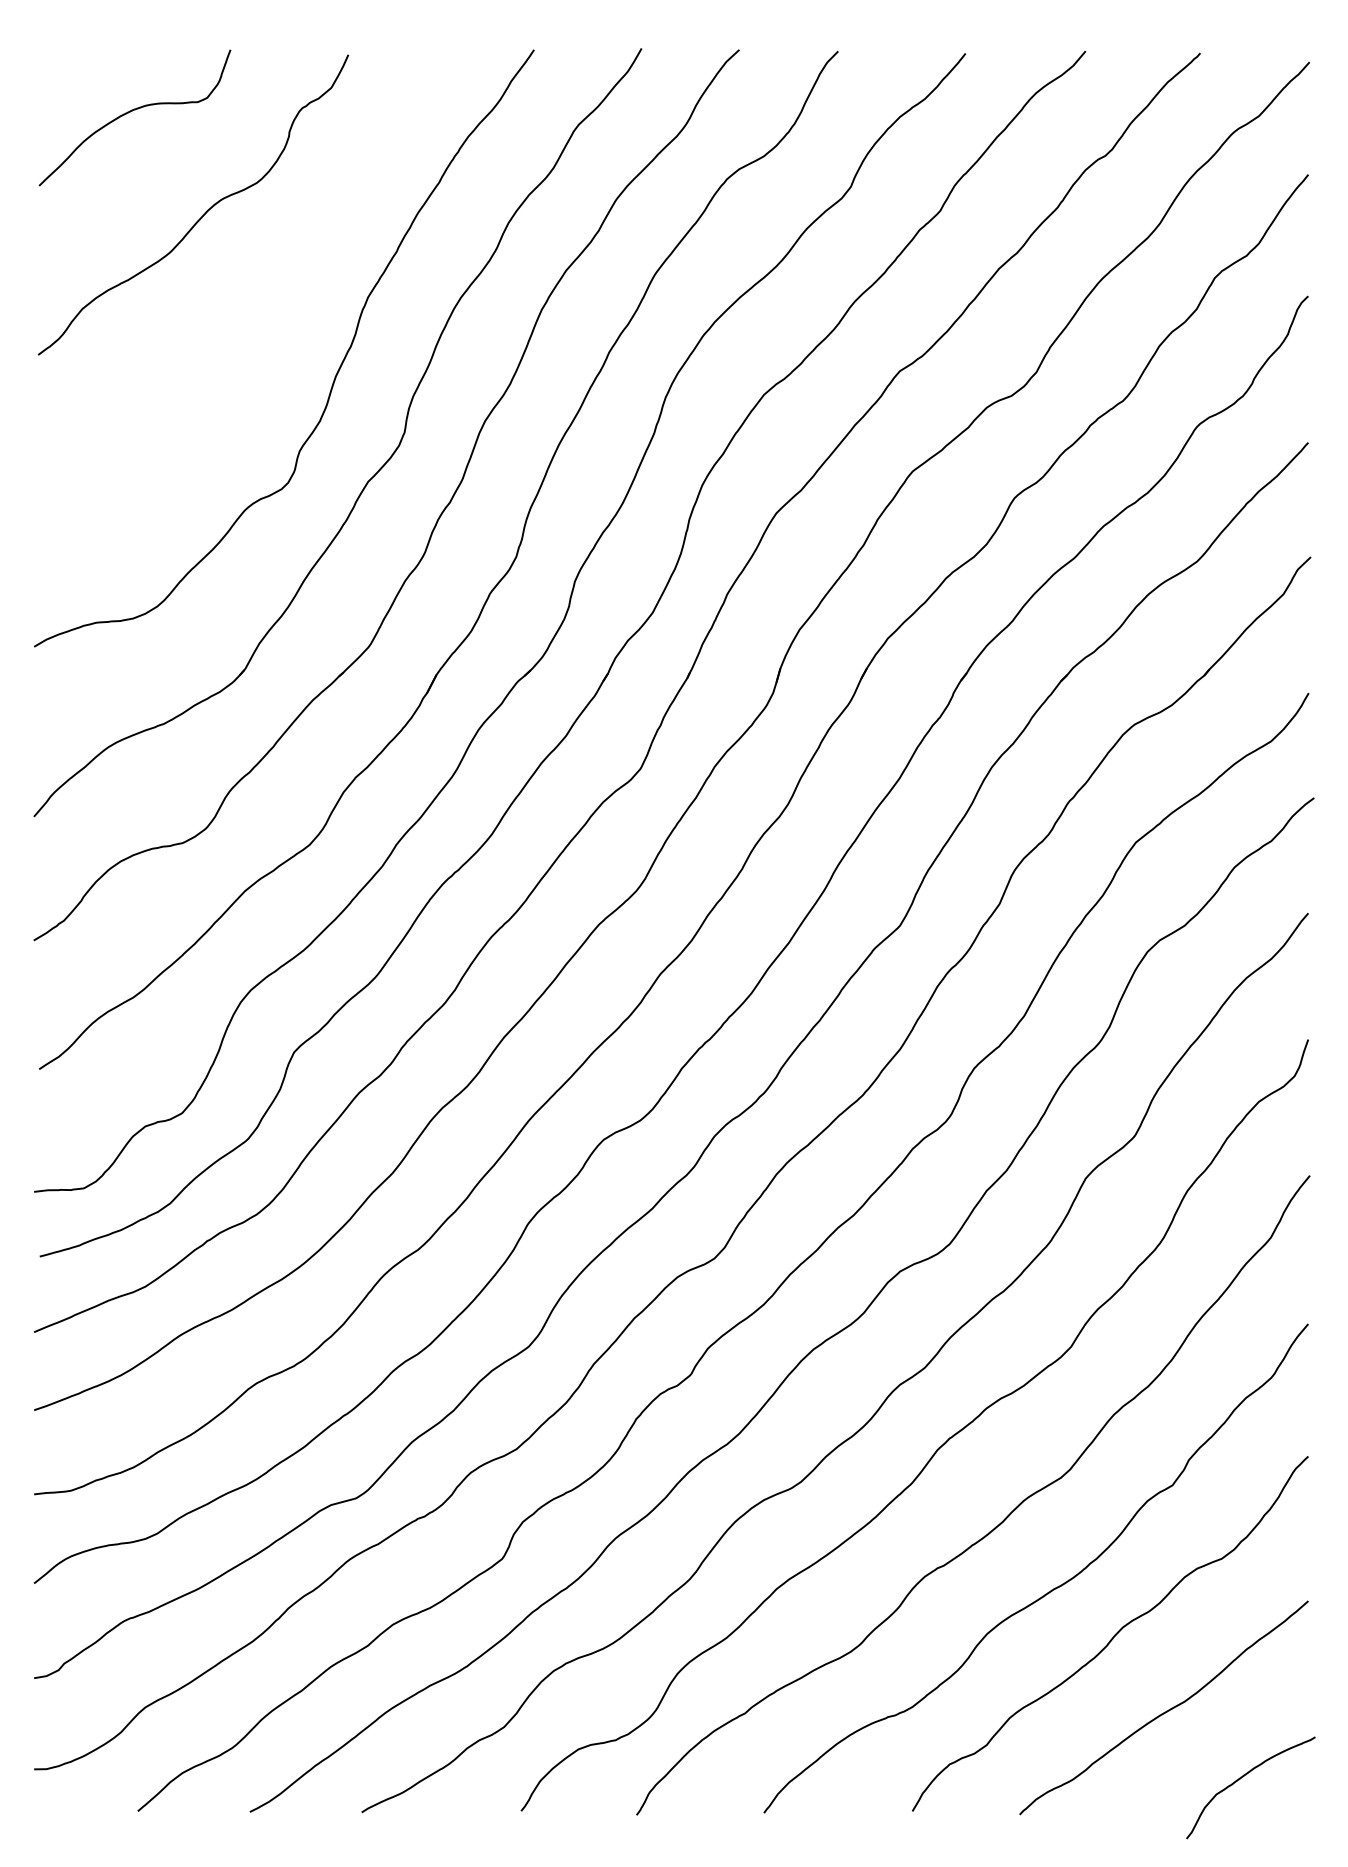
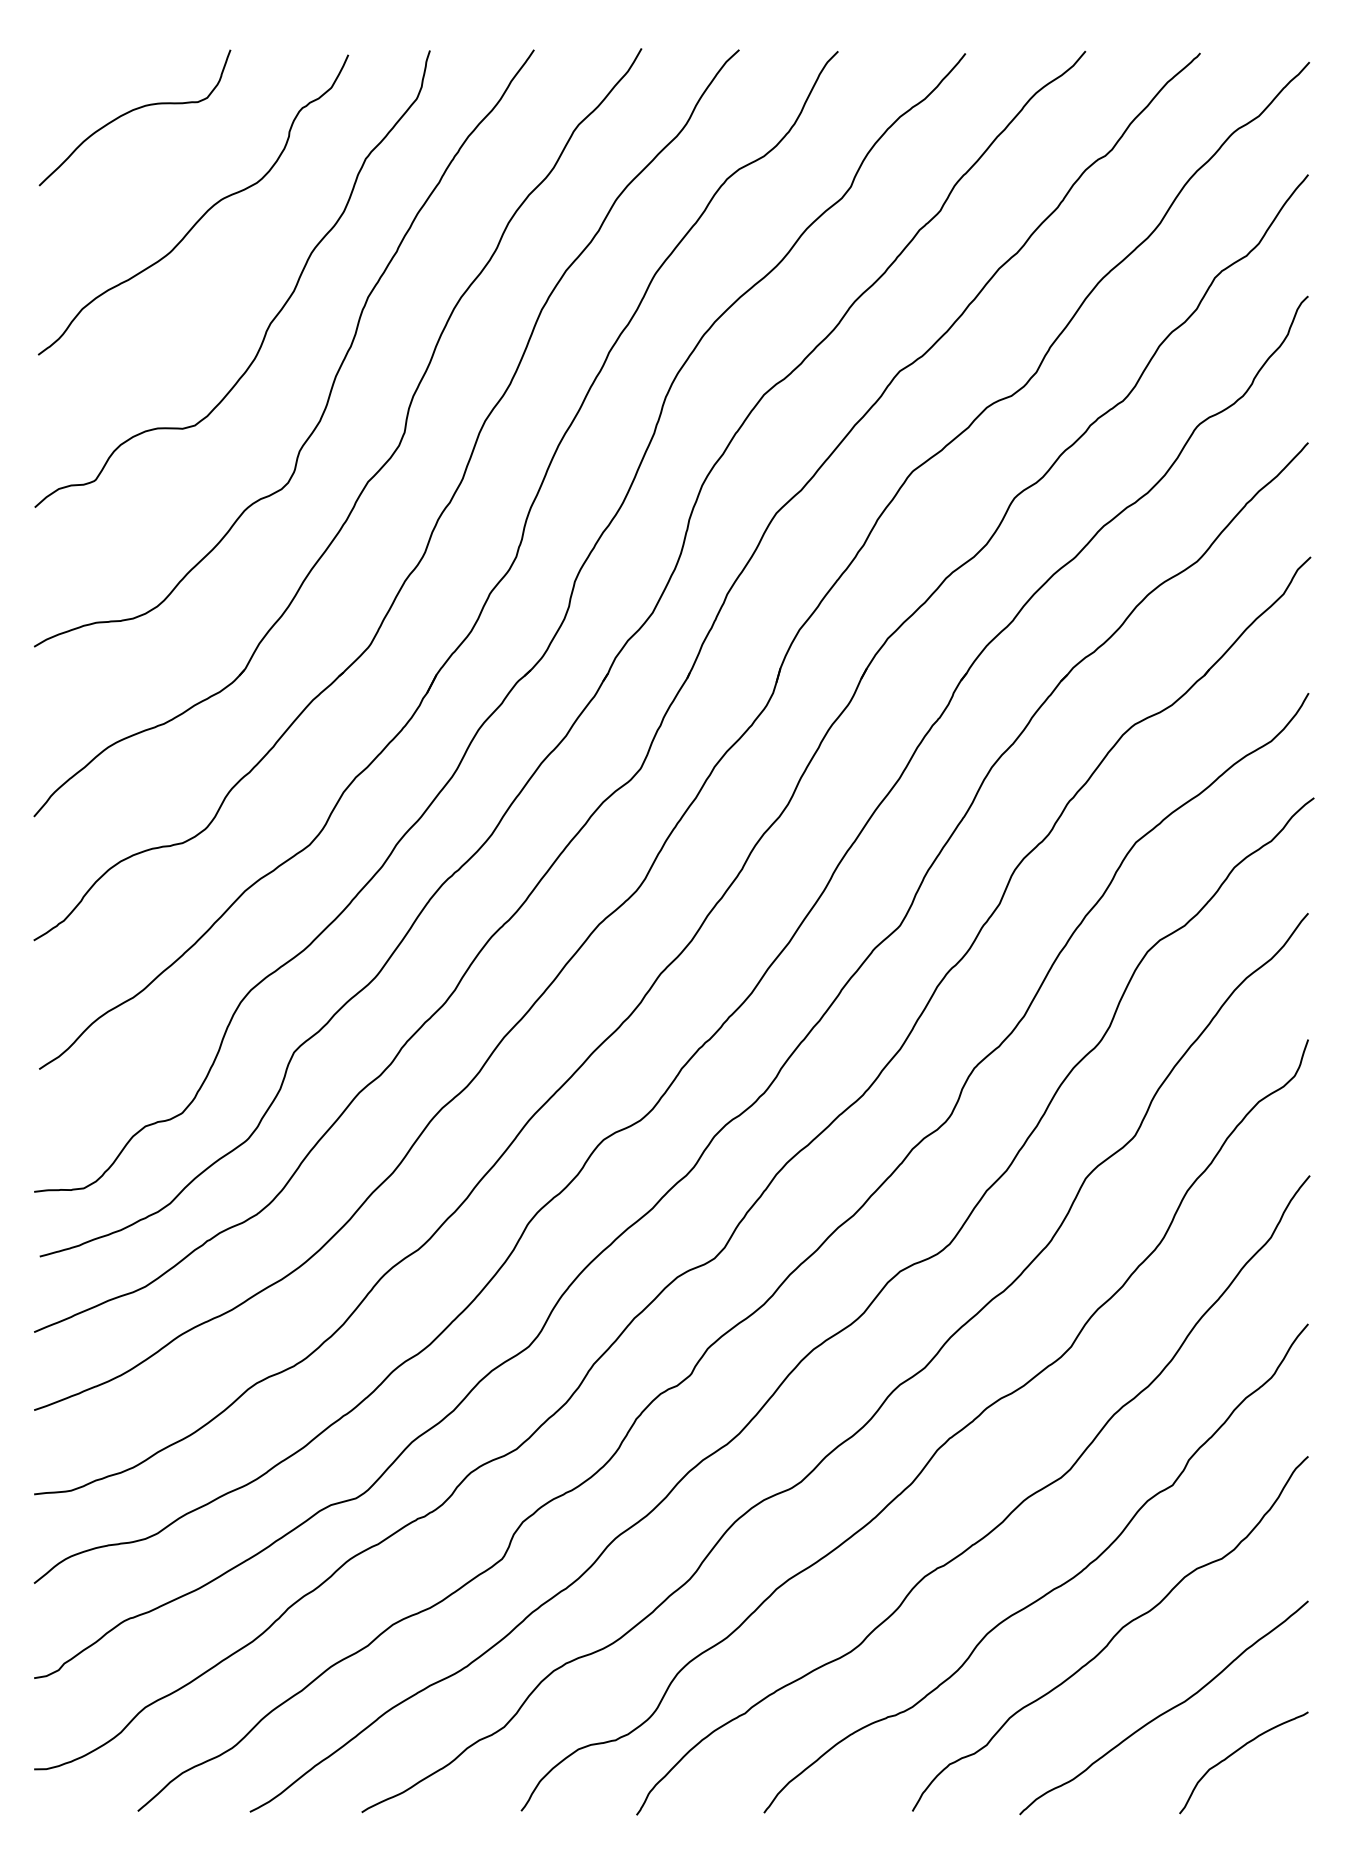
curve at (278, 311): none -> present
curve at (1243, 1777) position: (1243, 1777) -> (1236, 1752)
